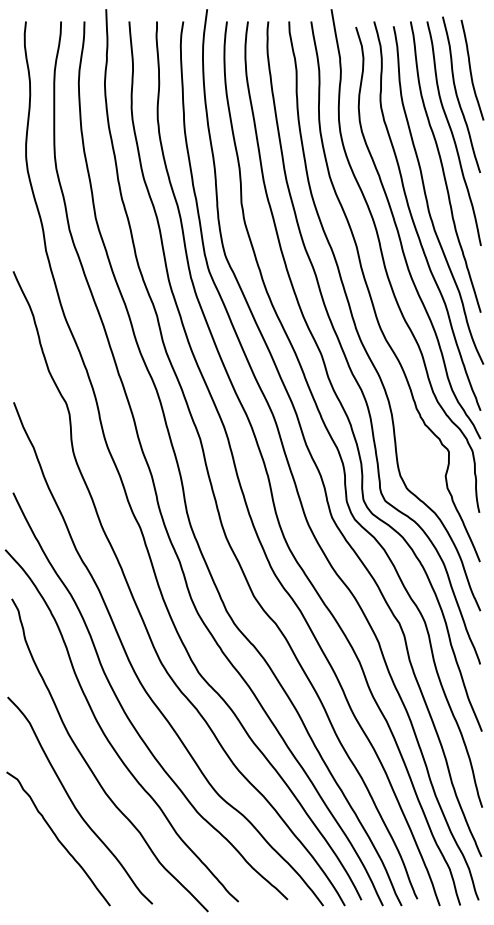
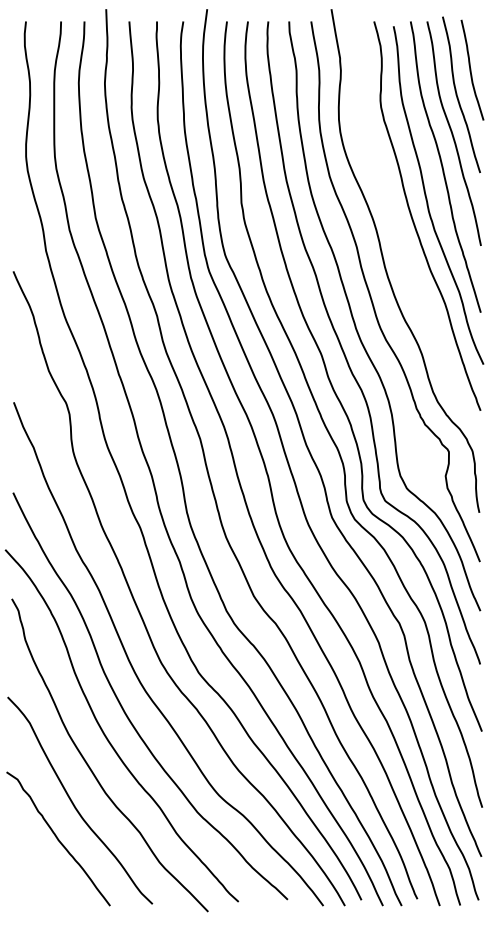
curve at (400, 236): present -> none
